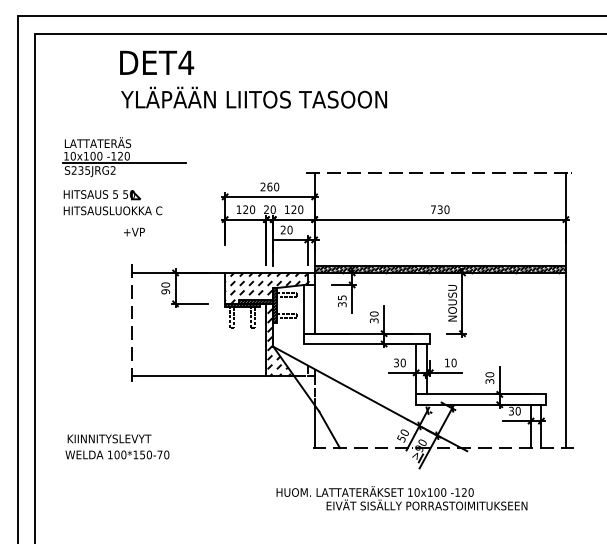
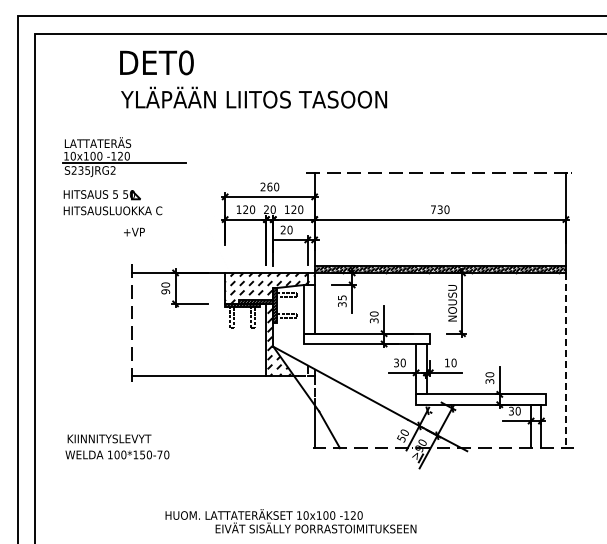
text at (186, 62): DET4 -> DET0
line at (565, 360): solid -> dashed
text at (401, 498) position: (401, 498) -> (290, 521)
